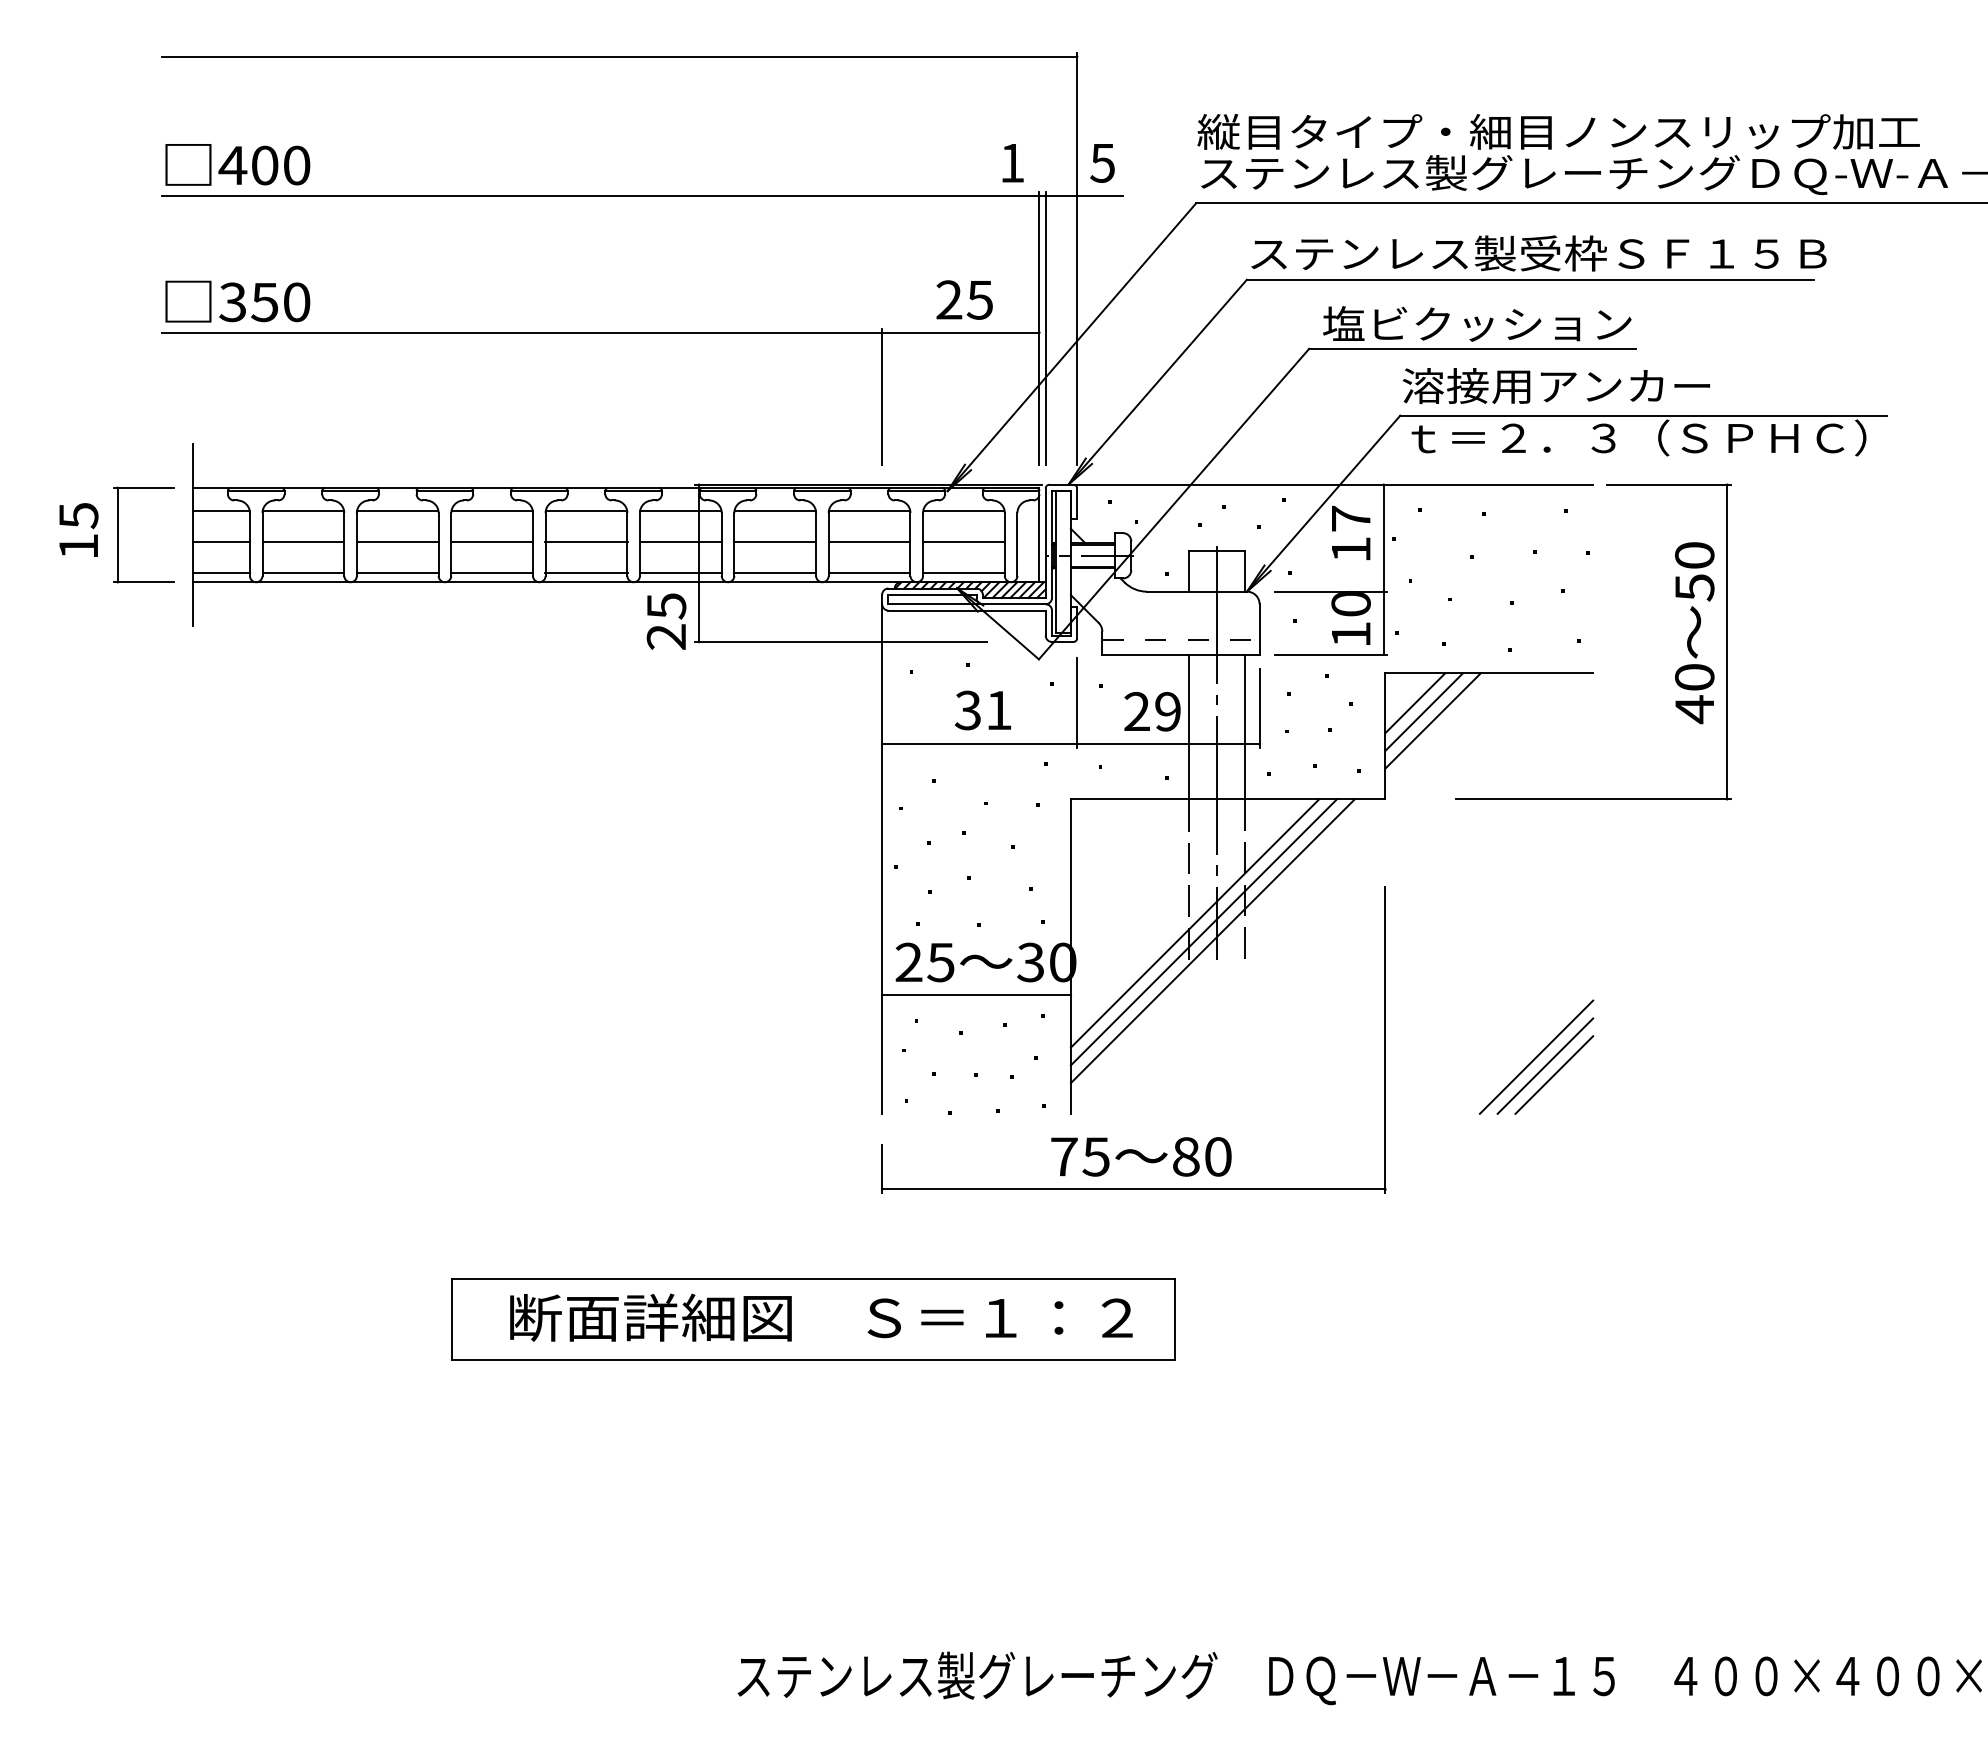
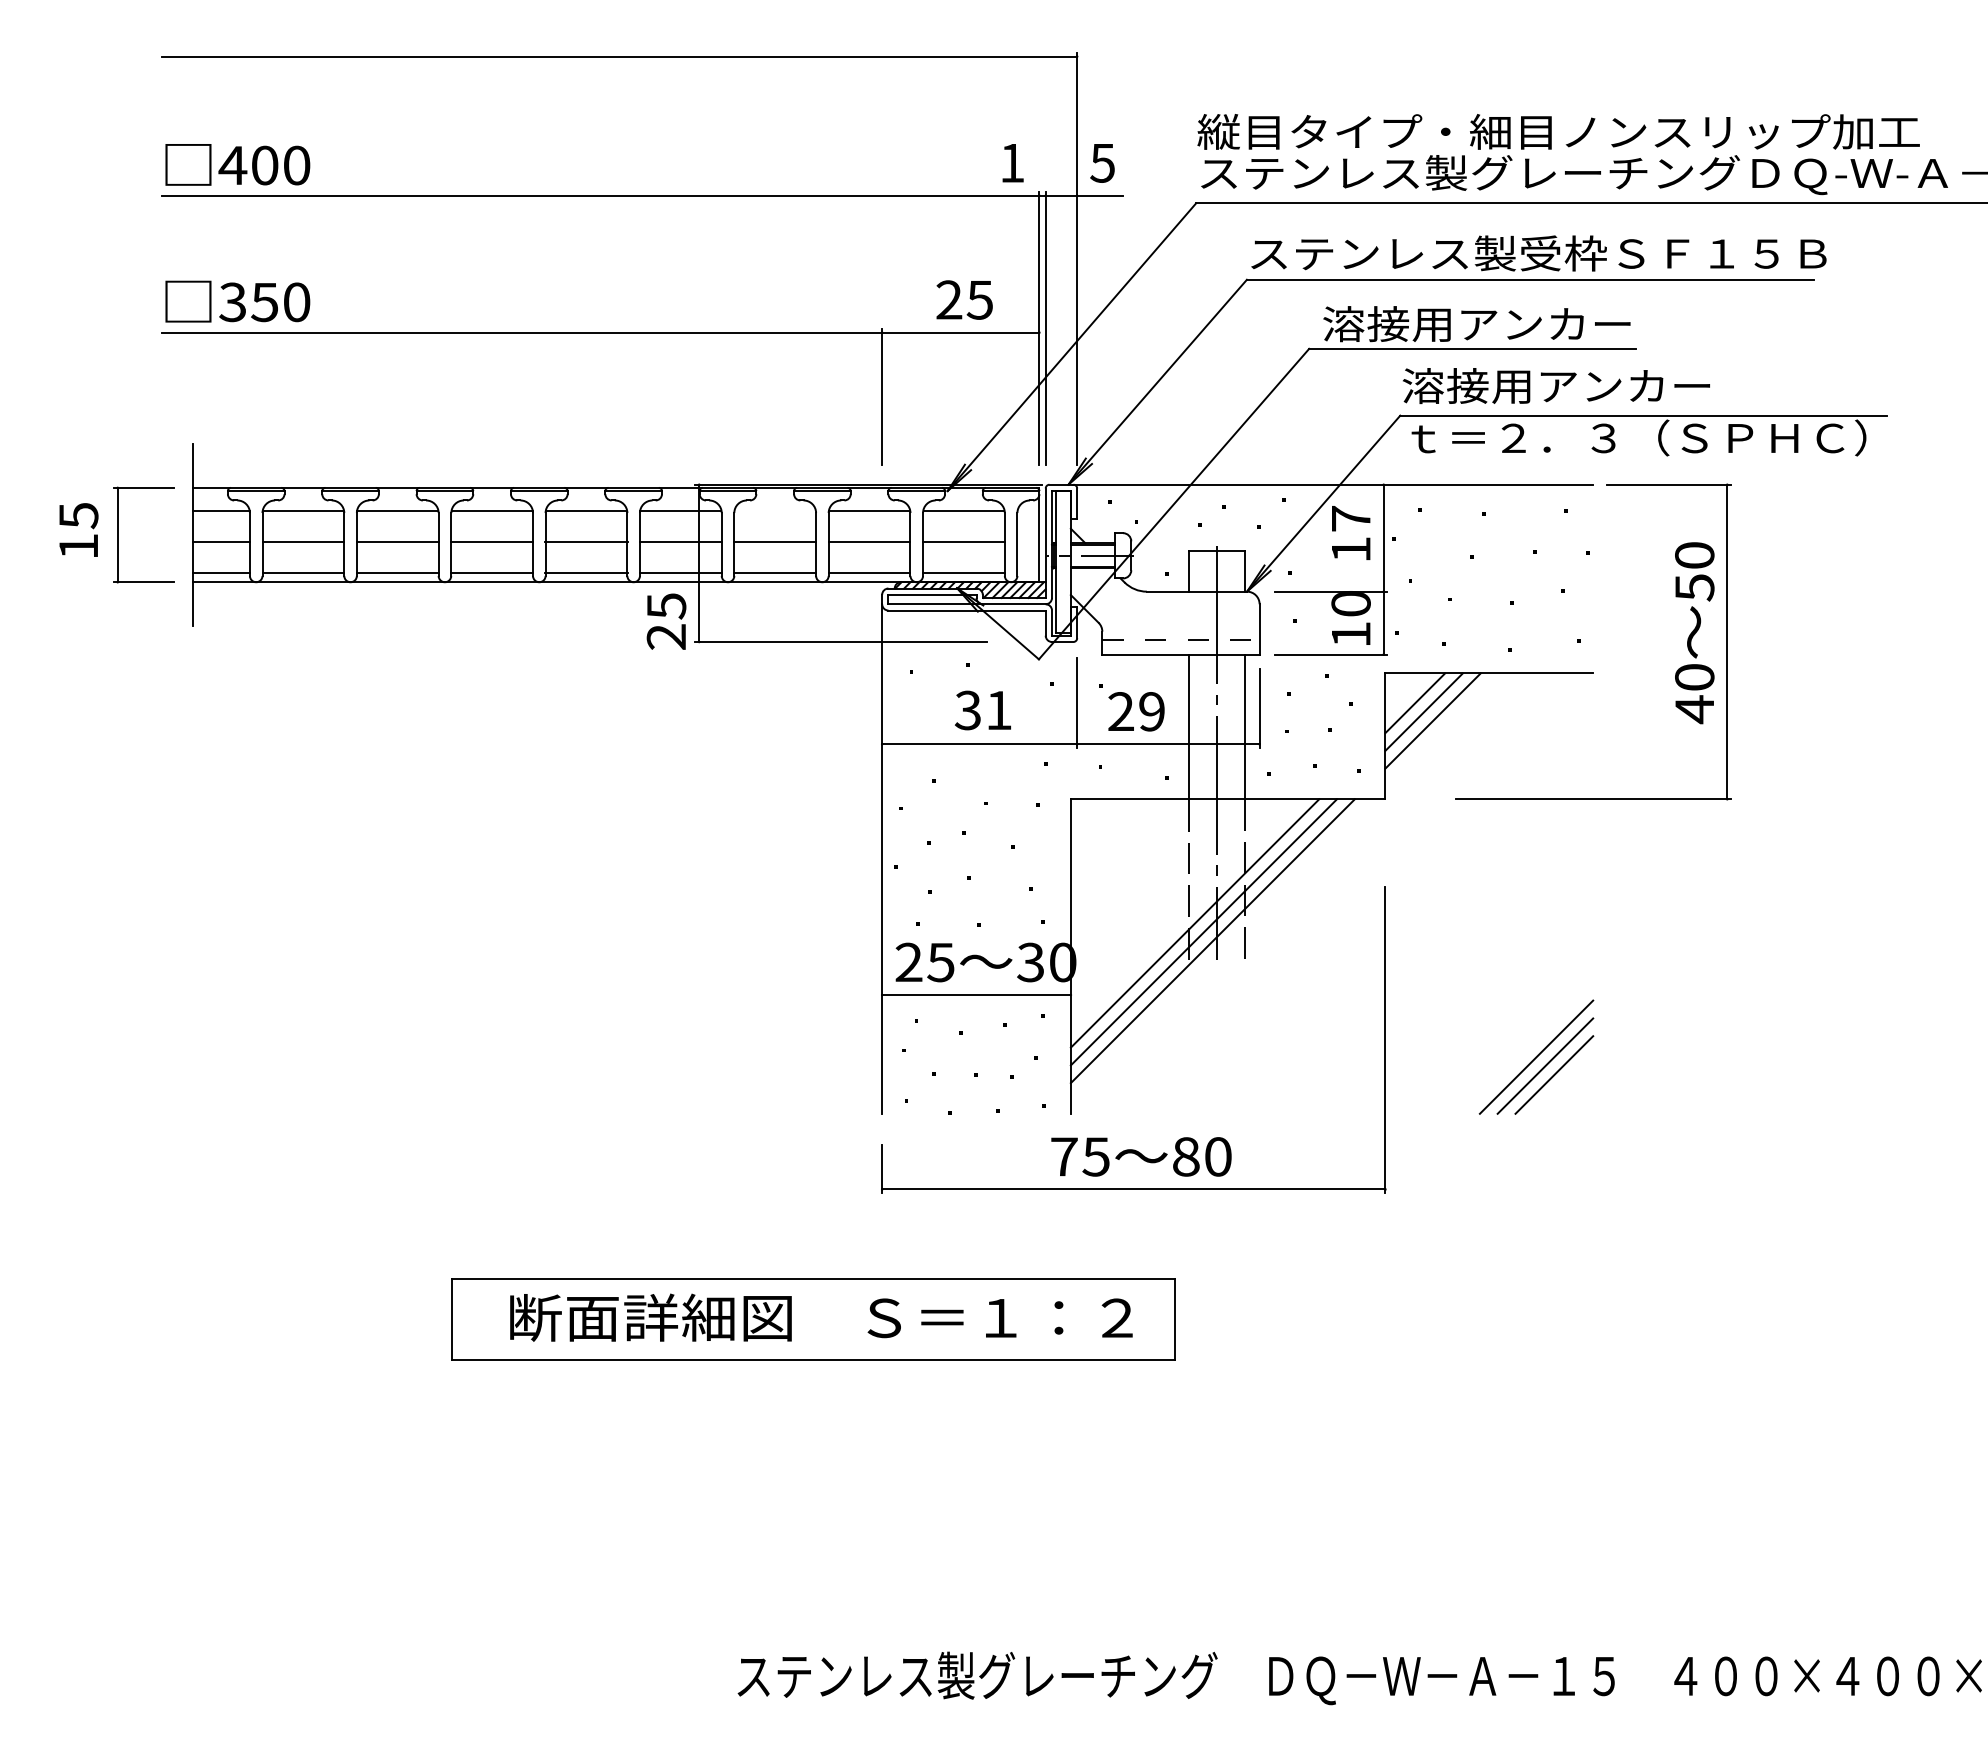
text at (1477, 324): 塩ビクッション -> 溶接用アンカー
line at (774, 510): present -> none
text at (1152, 711) position: (1152, 711) -> (1136, 711)
